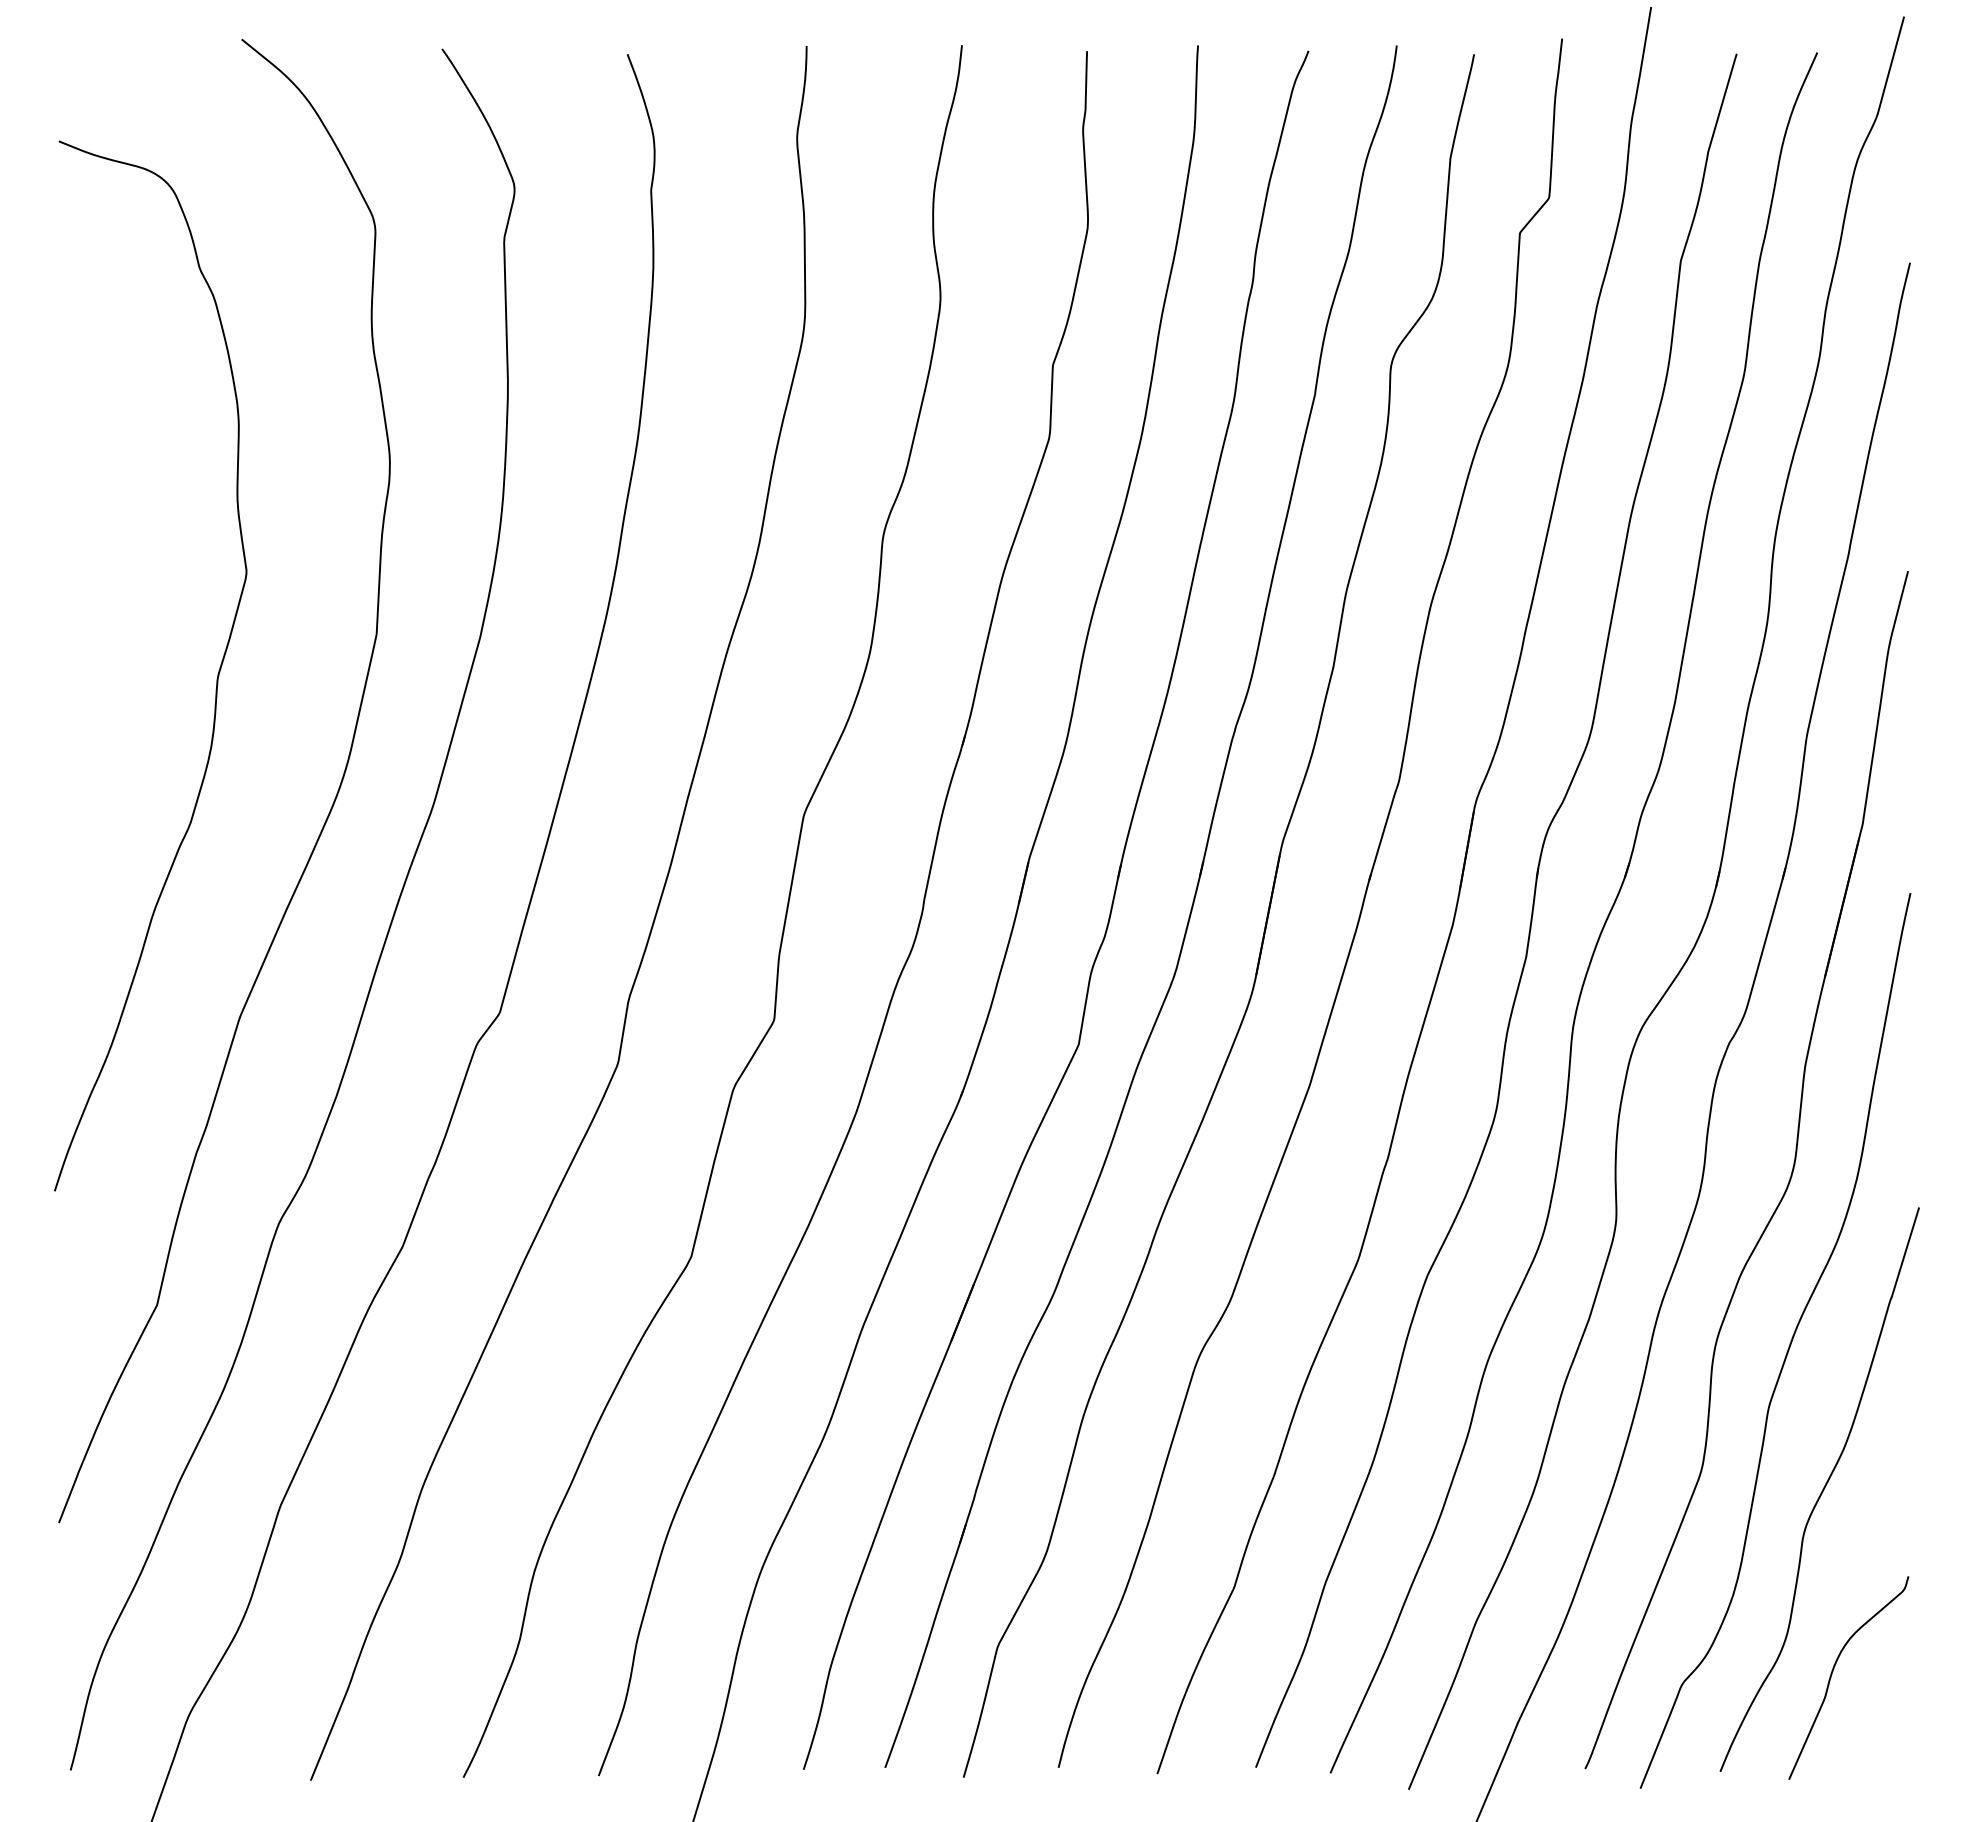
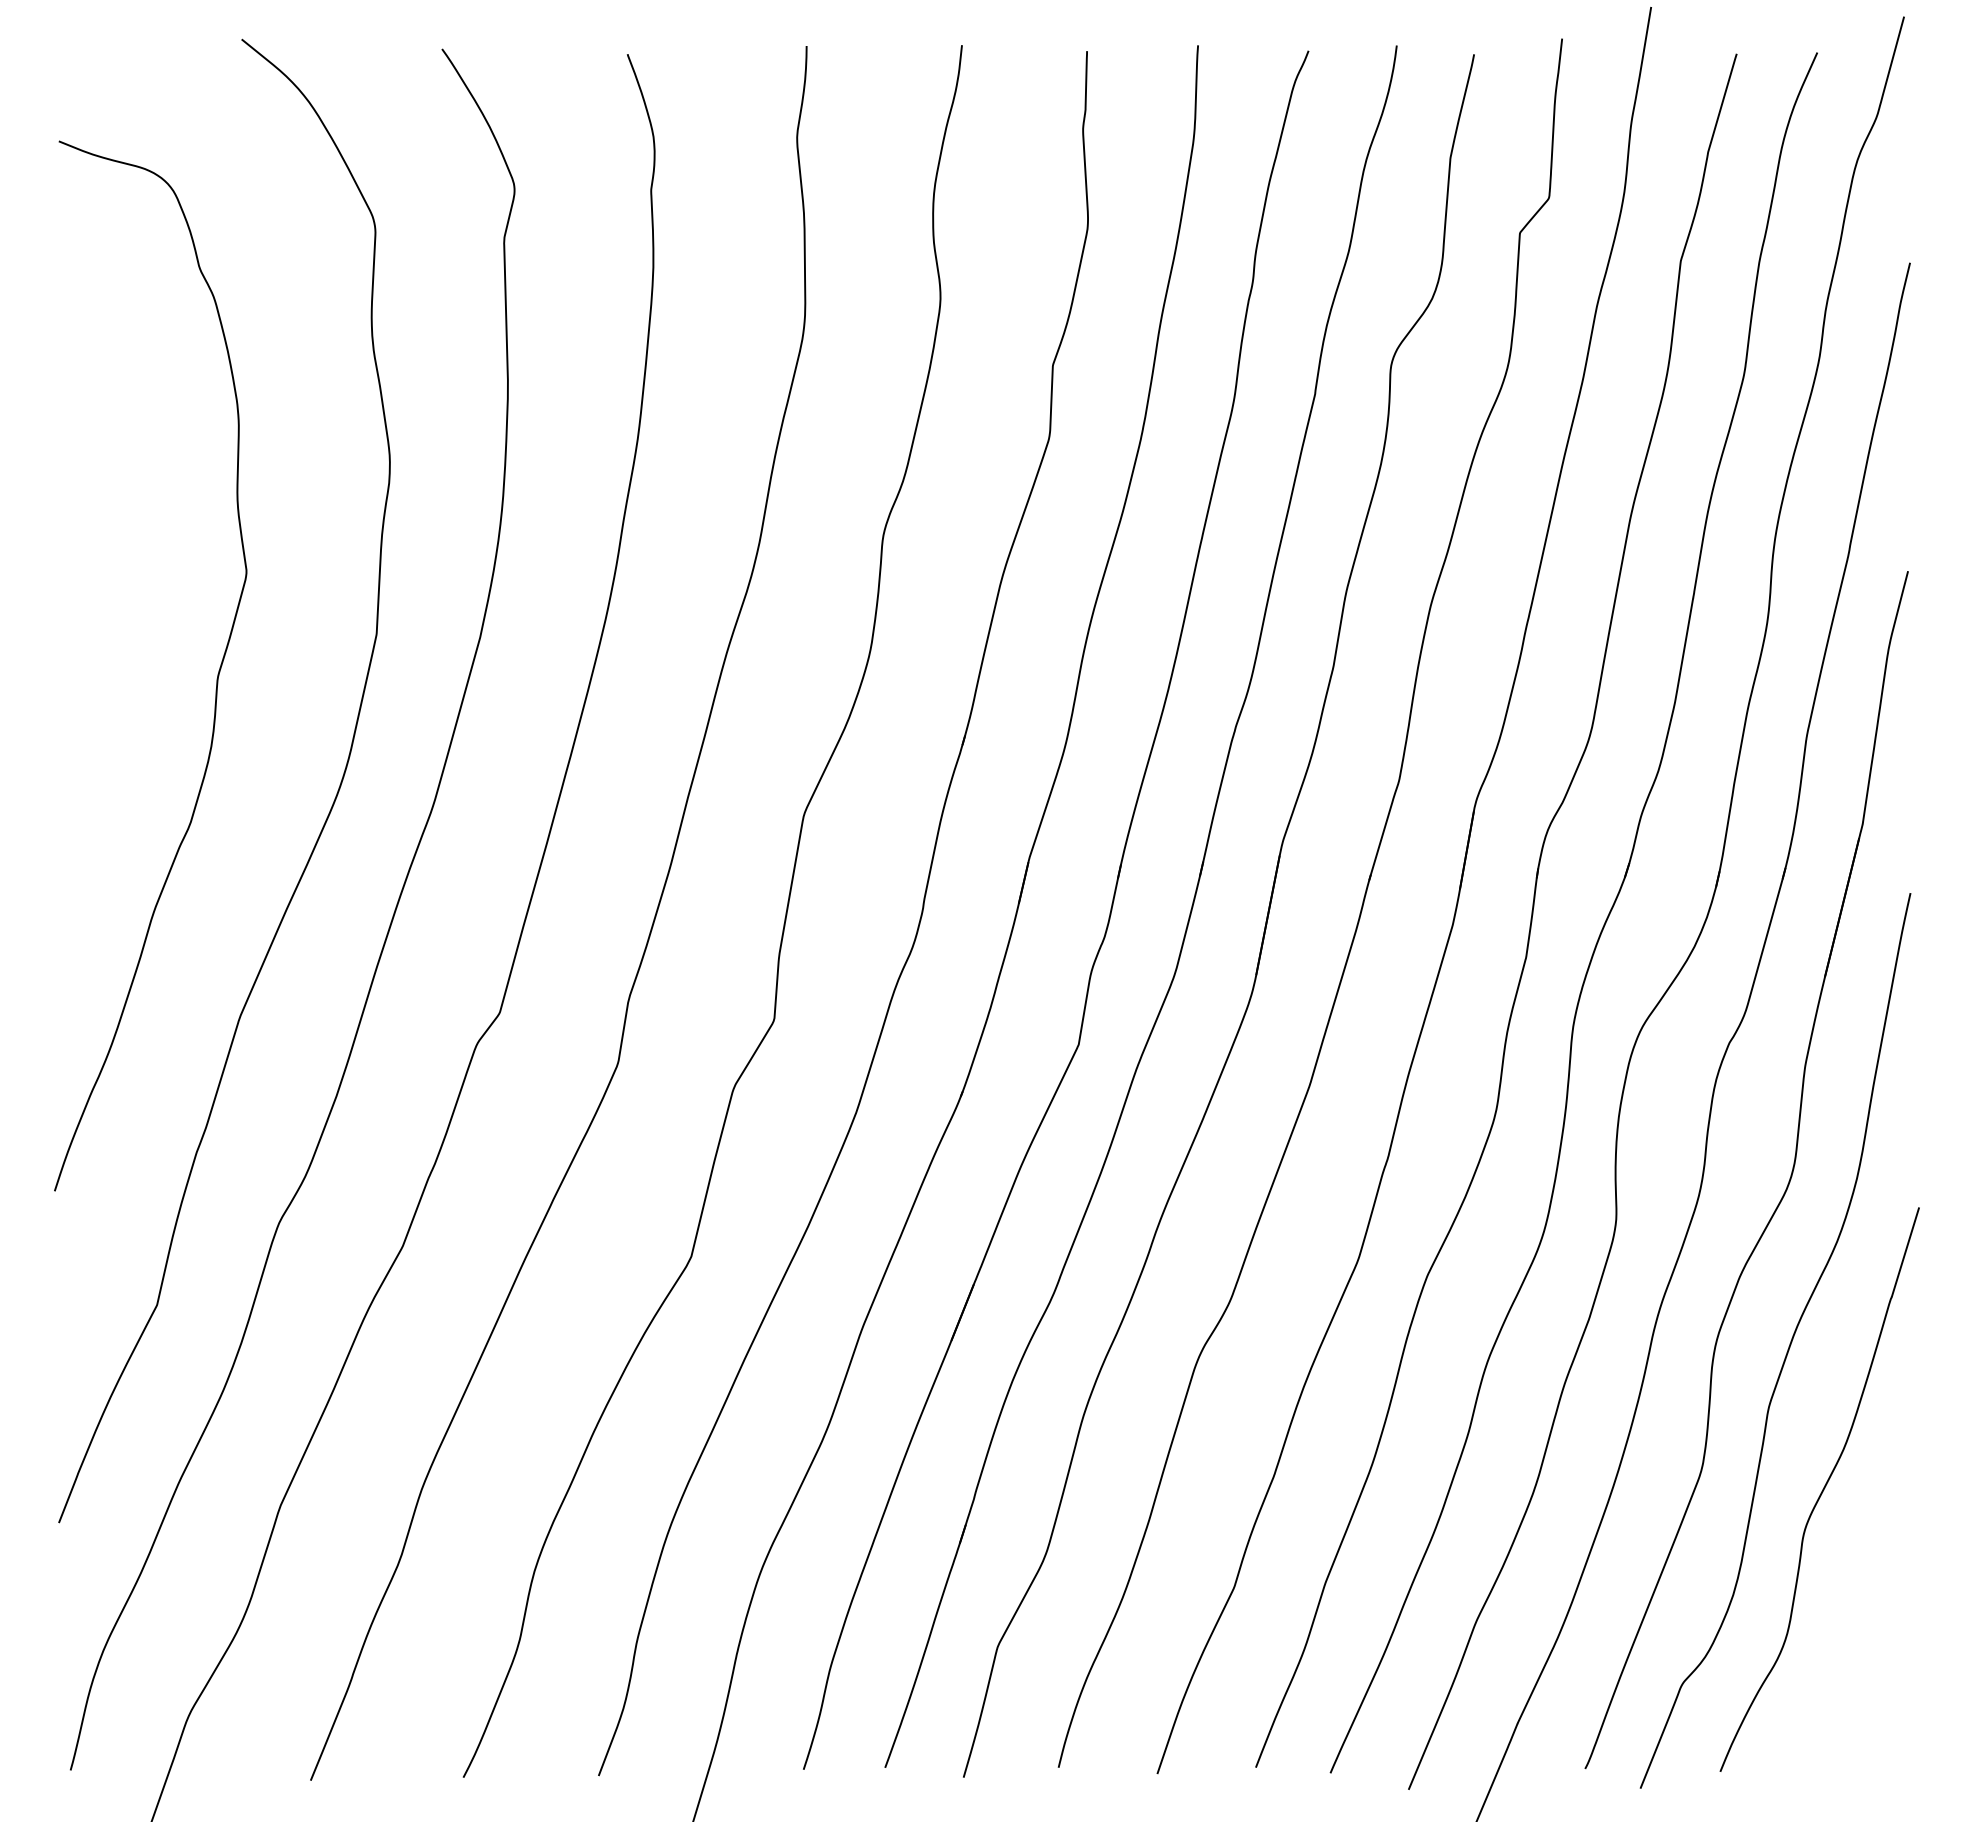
curve at (1834, 1669): present -> none
